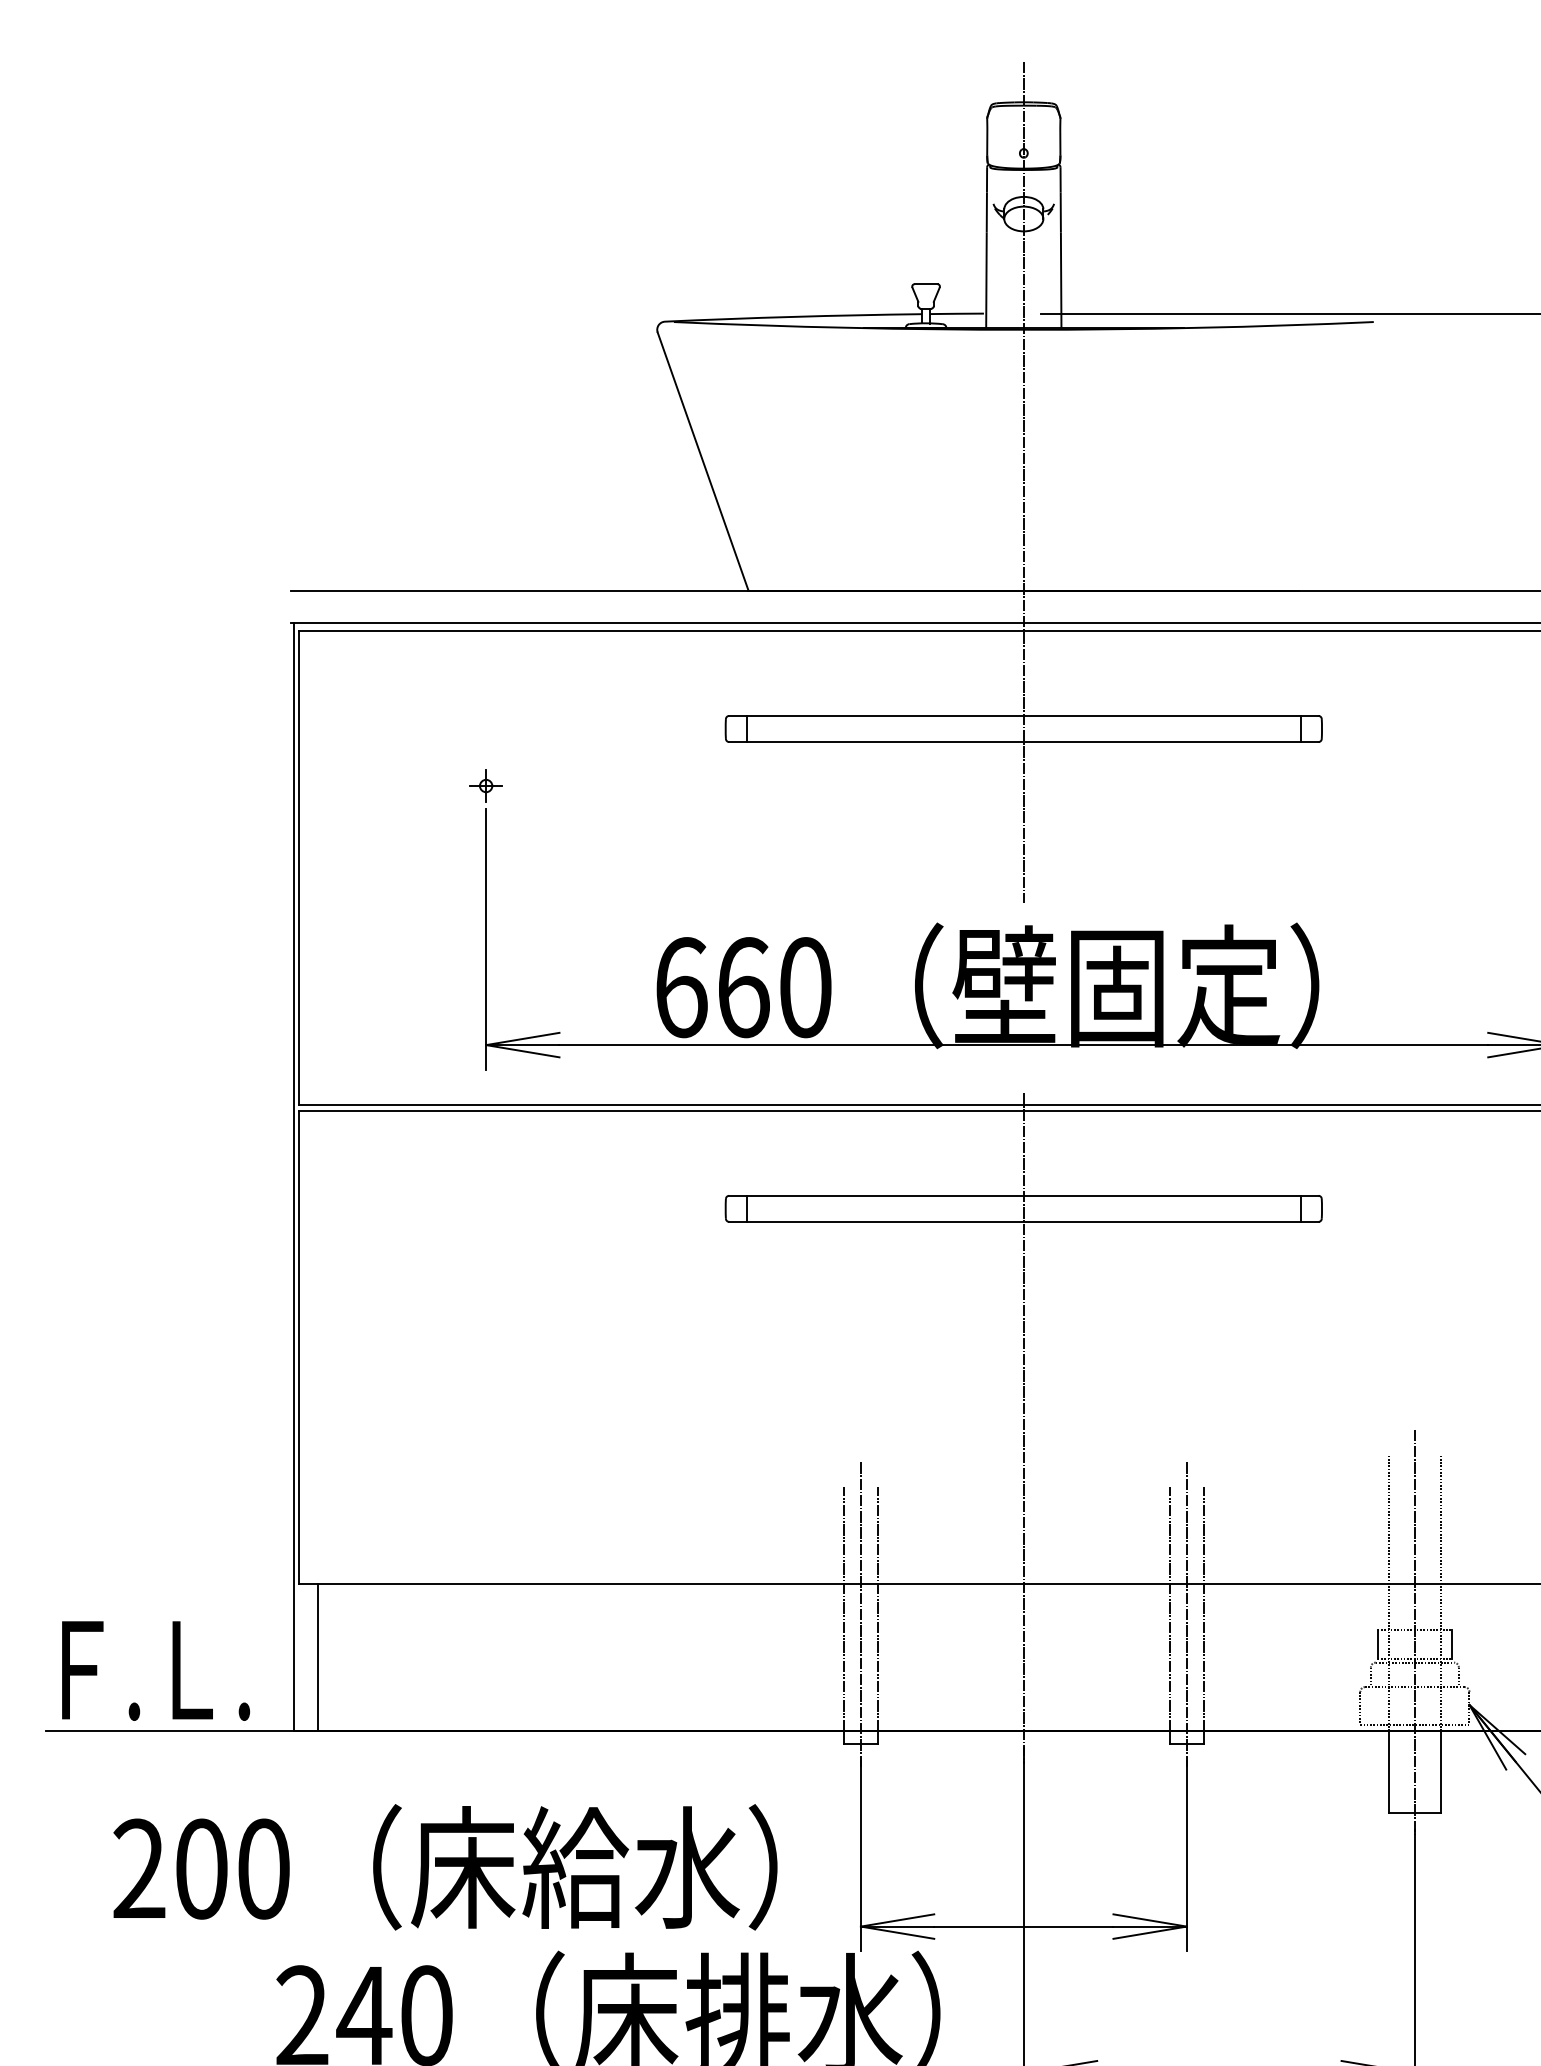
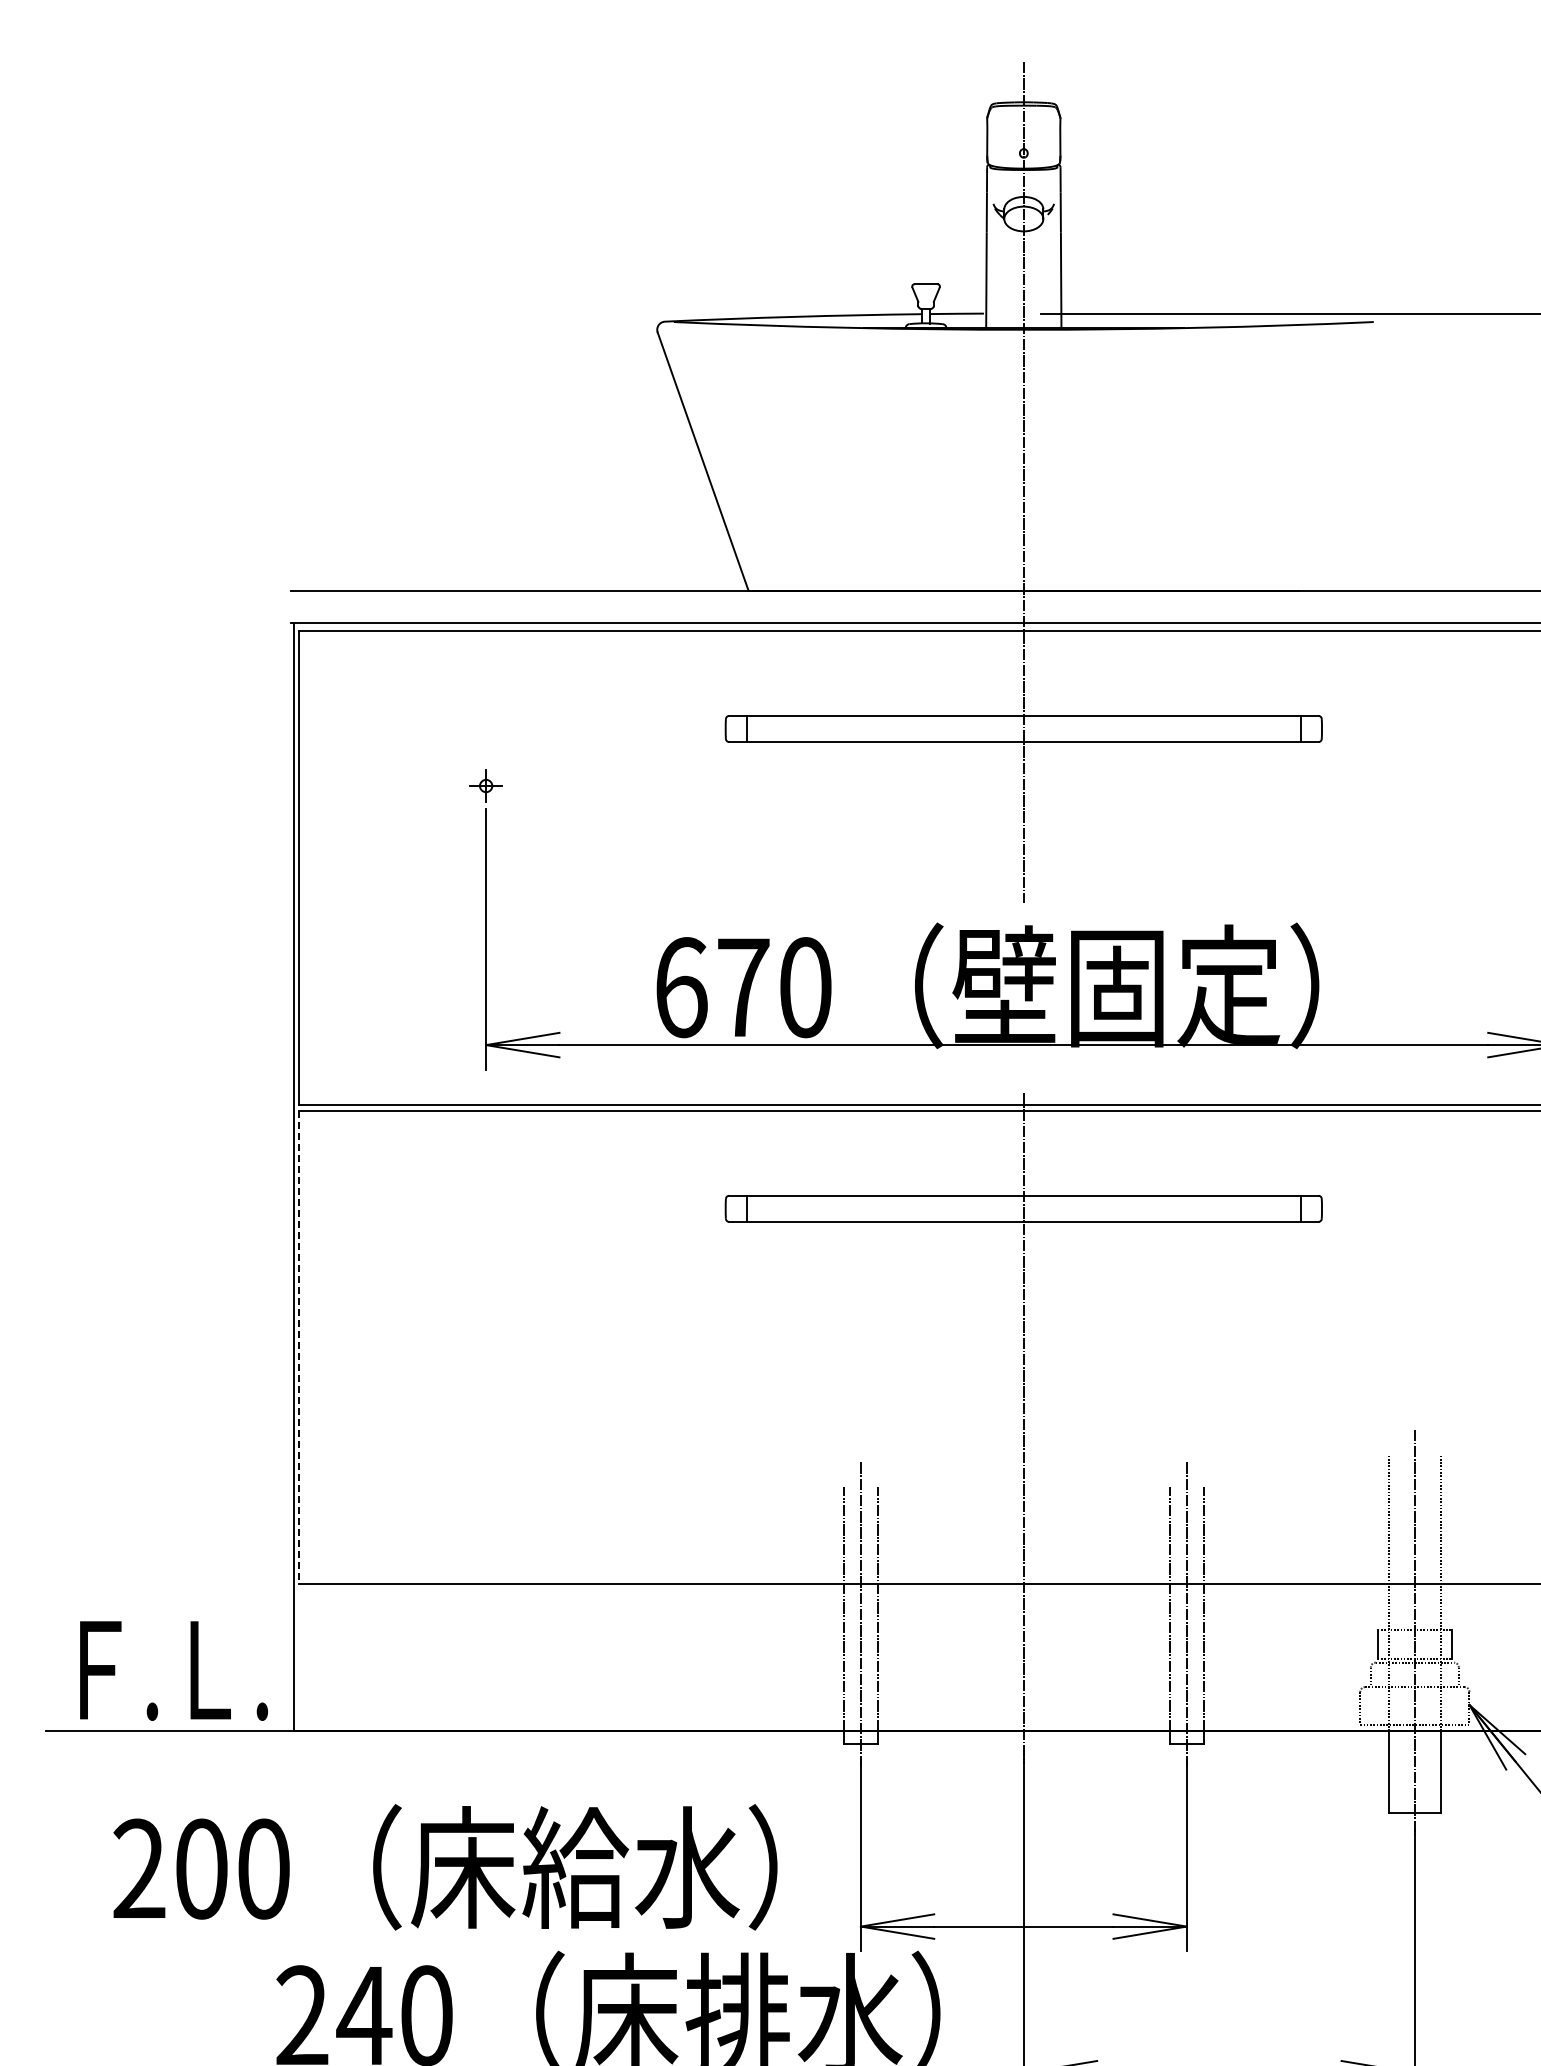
text at (743, 987): 660 -> 670
line at (298, 1347): solid -> dashed
line at (318, 1657): present -> none
text at (156, 1670) position: (156, 1670) -> (174, 1670)
